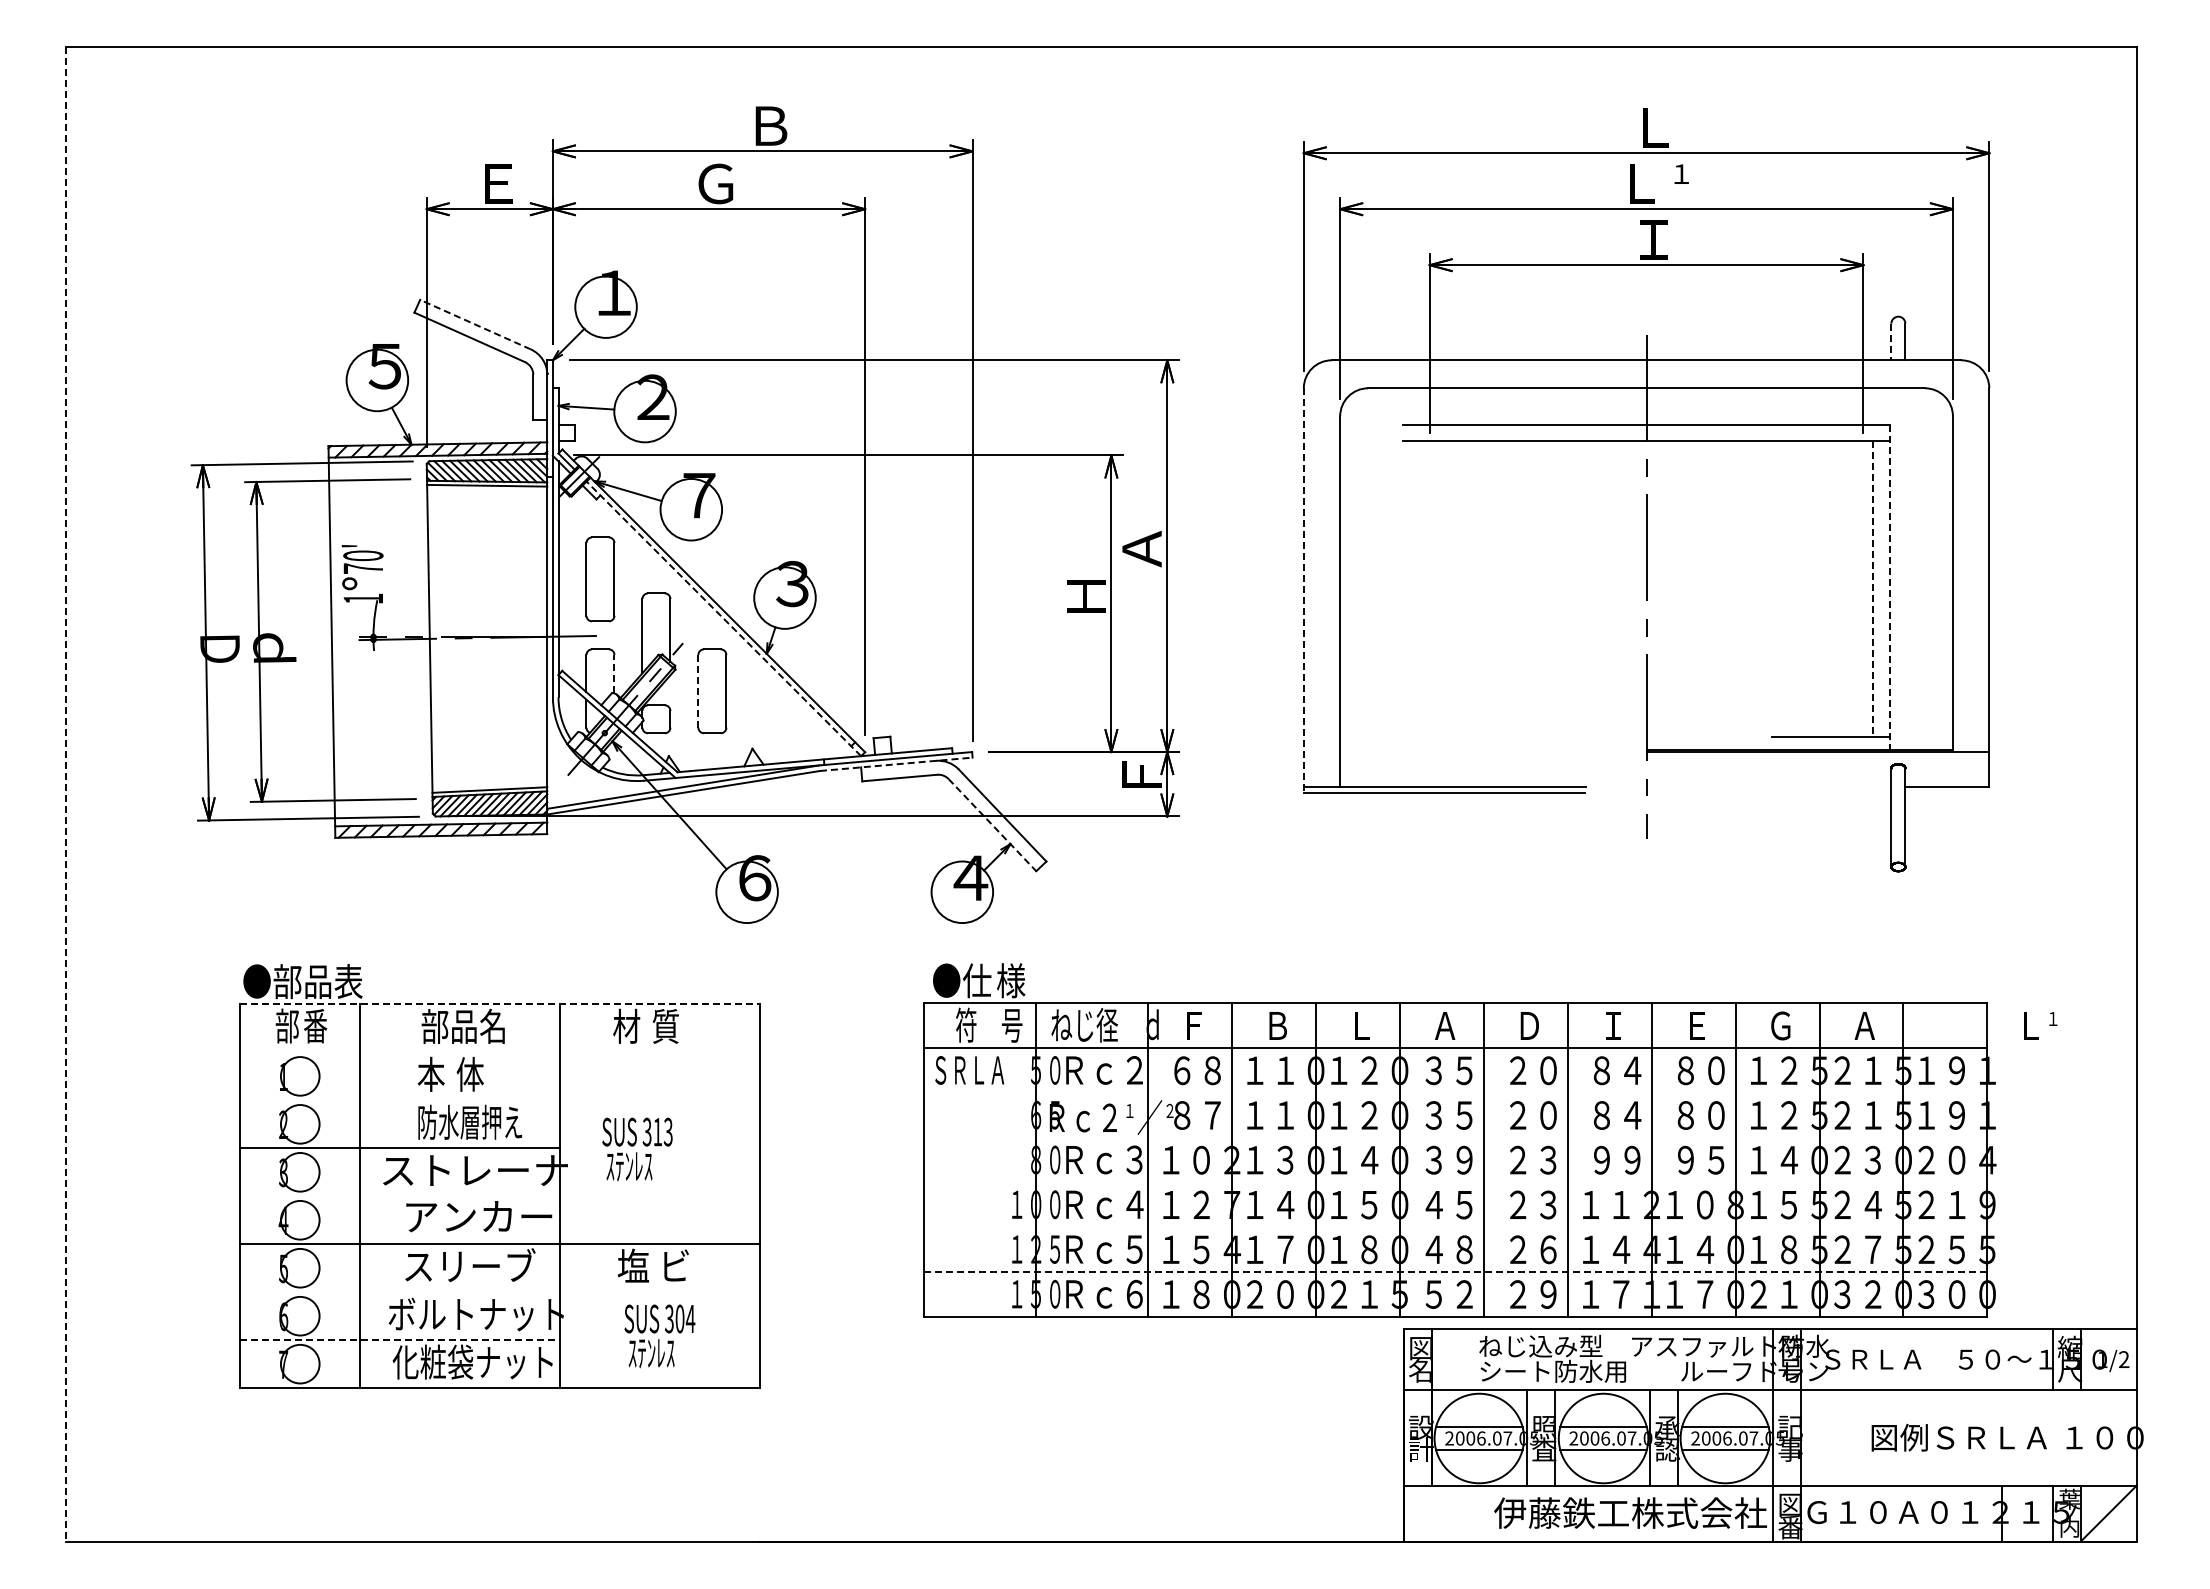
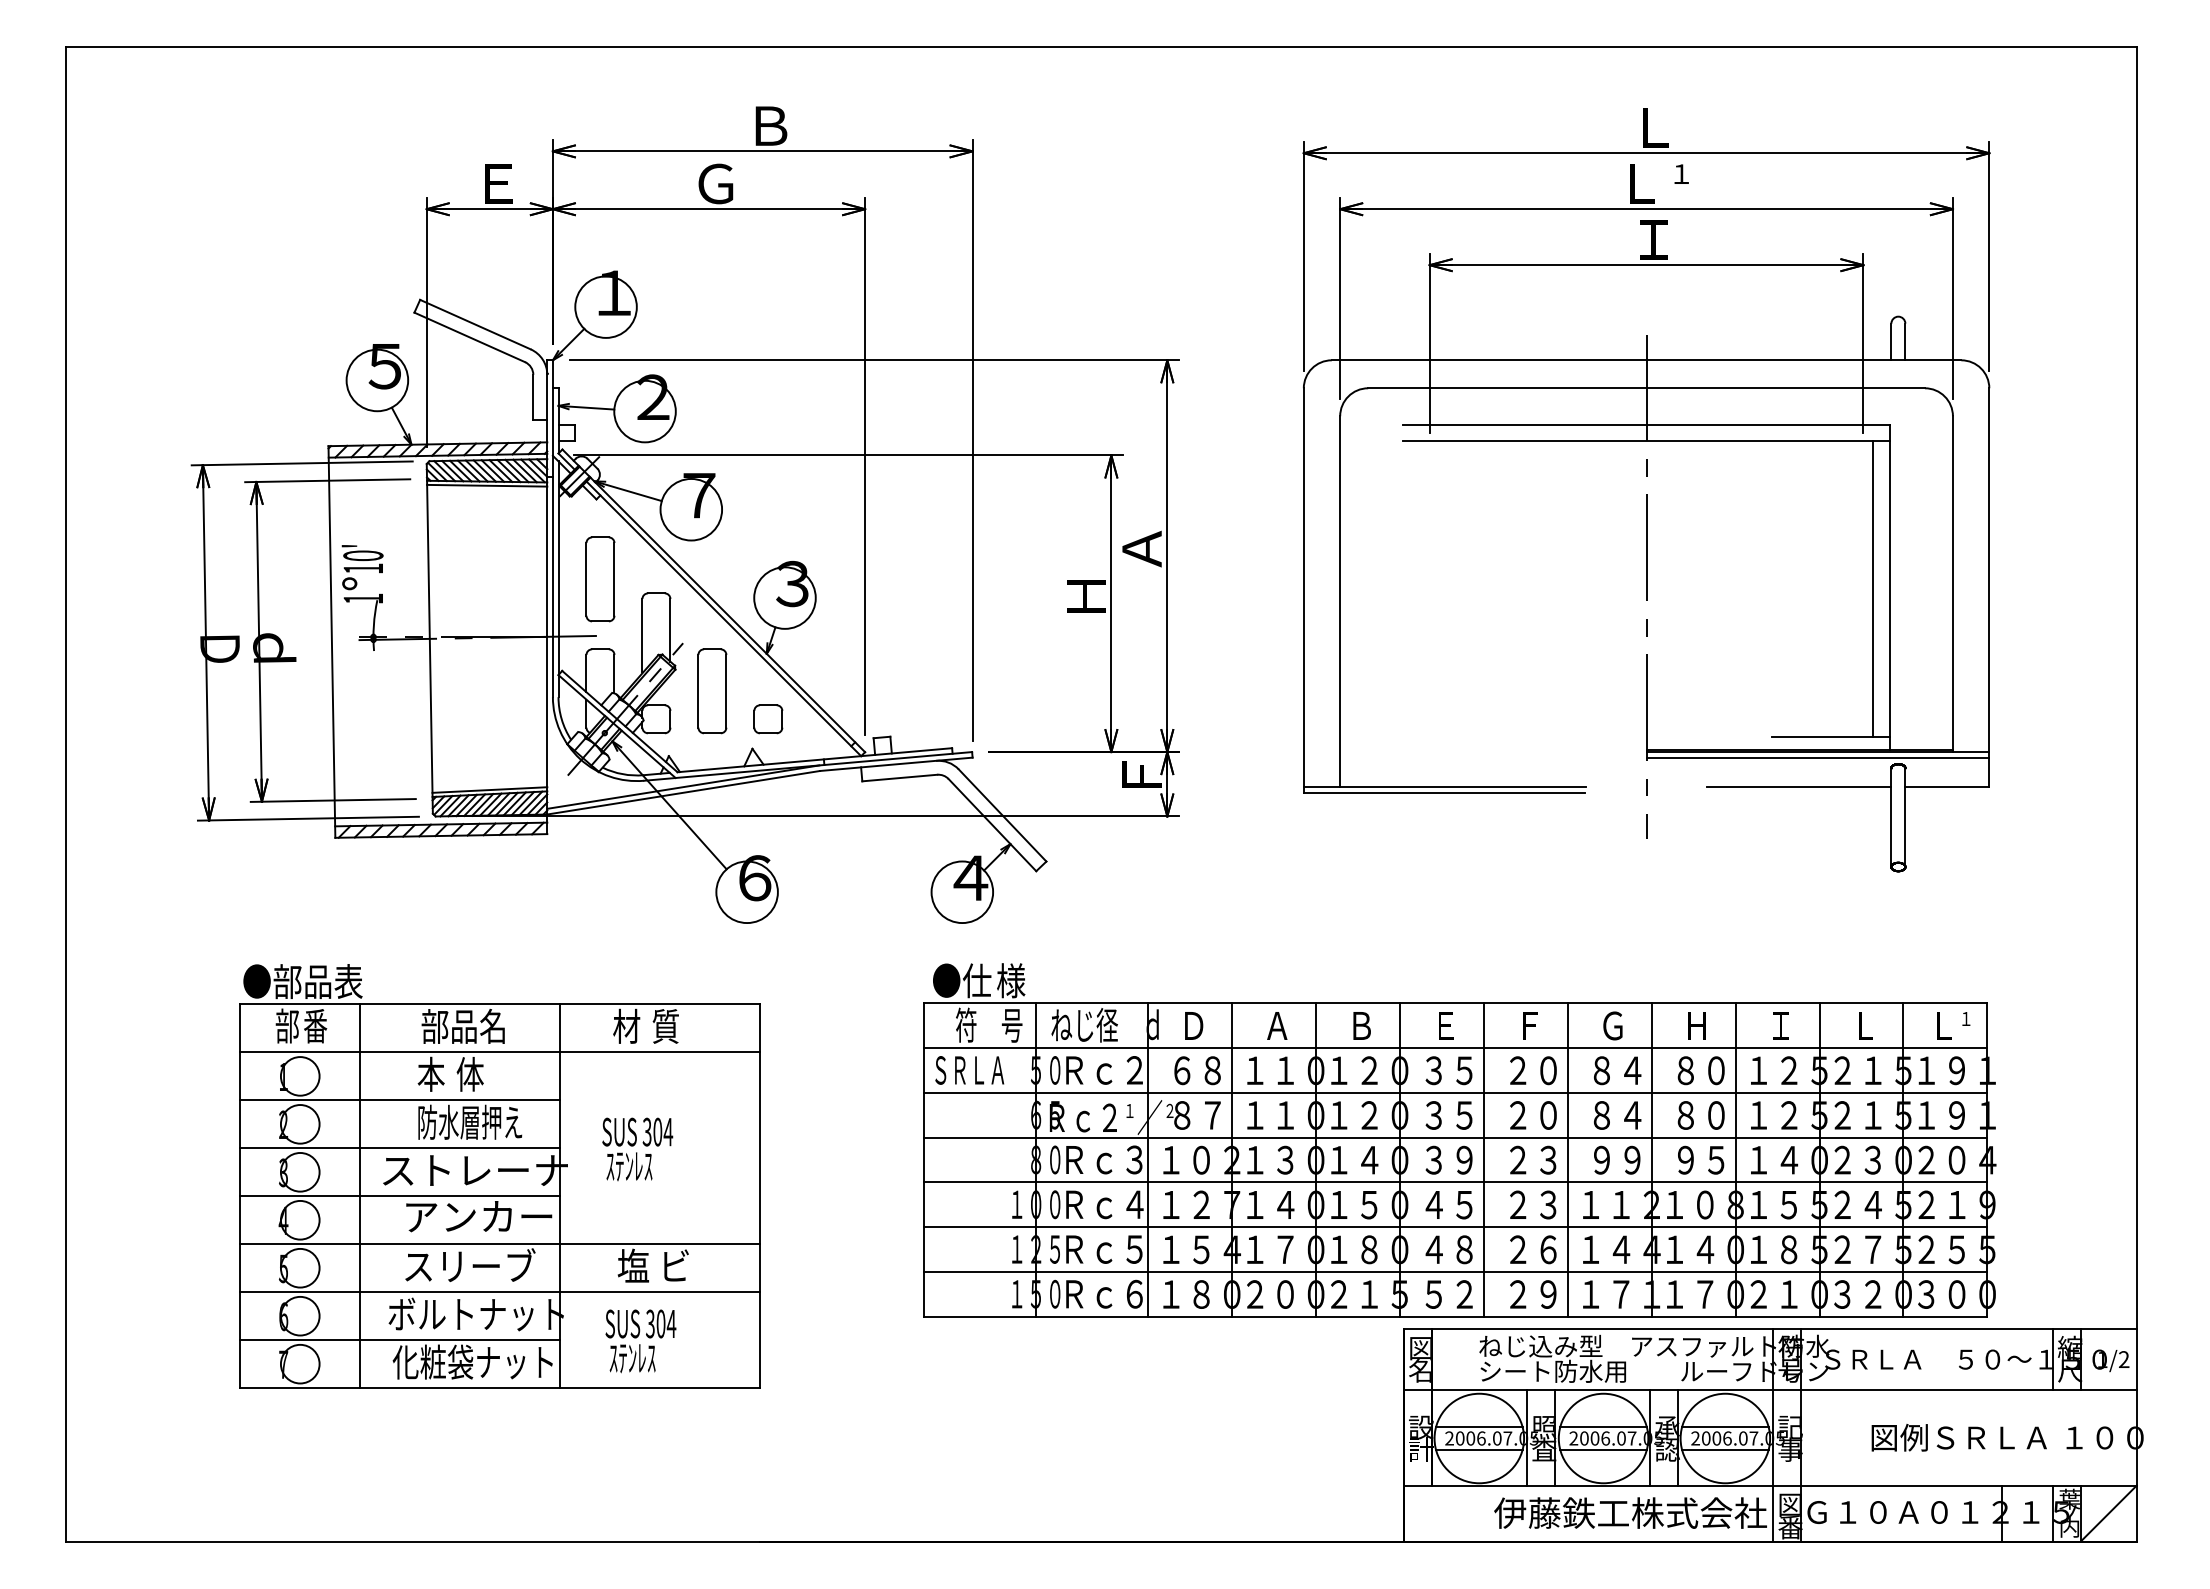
line at (475, 324): dashed -> solid
line at (1891, 342): dashed -> solid
text at (362, 568): 70' -> 10'
line at (1889, 587): dashed -> solid
line at (1873, 589): dashed -> solid
line at (1303, 591): dashed -> solid
line at (723, 618): dashed -> solid
line at (614, 673): dashed -> solid
line at (698, 690): dashed -> solid
part at (768, 719): none -> present
line at (1817, 757): none -> present
line at (896, 764): dashed -> solid
line at (1799, 787): none -> present
line at (66, 794): dashed -> solid
line at (992, 825): dashed -> solid
line at (499, 1004): dashed -> solid
text at (1194, 1025): Ｆ -> Ｄ
text at (1277, 1025): Ｂ -> Ａ
text at (1361, 1025): Ｌ -> Ｂ
text at (1445, 1025): Ａ -> Ｅ
text at (1529, 1025): Ｄ -> Ｆ
text at (1612, 1025): Ｉ -> Ｇ
text at (1696, 1025): Ｅ -> Ｈ
text at (1780, 1025): Ｇ -> Ｉ
text at (1864, 1025): Ａ -> Ｌ
text at (2040, 1025) position: (2040, 1025) -> (1953, 1025)
line at (499, 1052): none -> present
line at (1455, 1092): none -> present
line at (399, 1100): none -> present
text at (663, 1131): 313 -> 304
line at (1455, 1137): none -> present
line at (1455, 1182): none -> present
line at (399, 1196): none -> present
line at (1455, 1227): none -> present
line at (1455, 1271): dashed -> solid
line at (499, 1291): none -> present
text at (659, 1336) position: (659, 1336) -> (640, 1341)
line at (400, 1339): dashed -> solid
